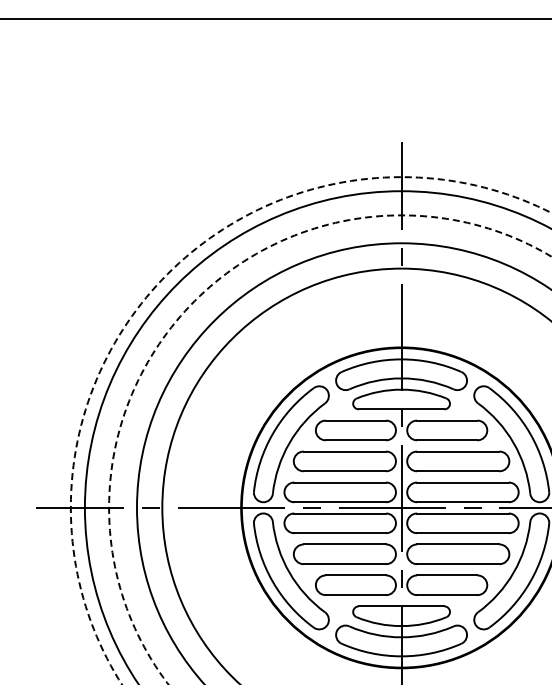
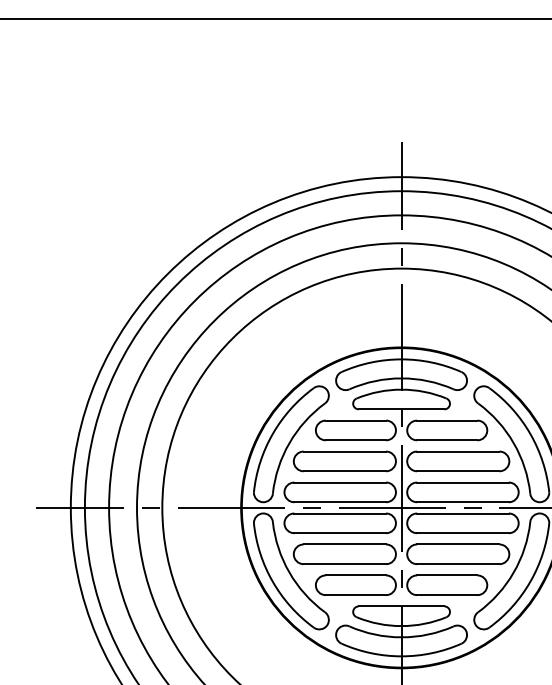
circle at (310, 430): dashed -> solid
circle at (330, 449): dashed -> solid
